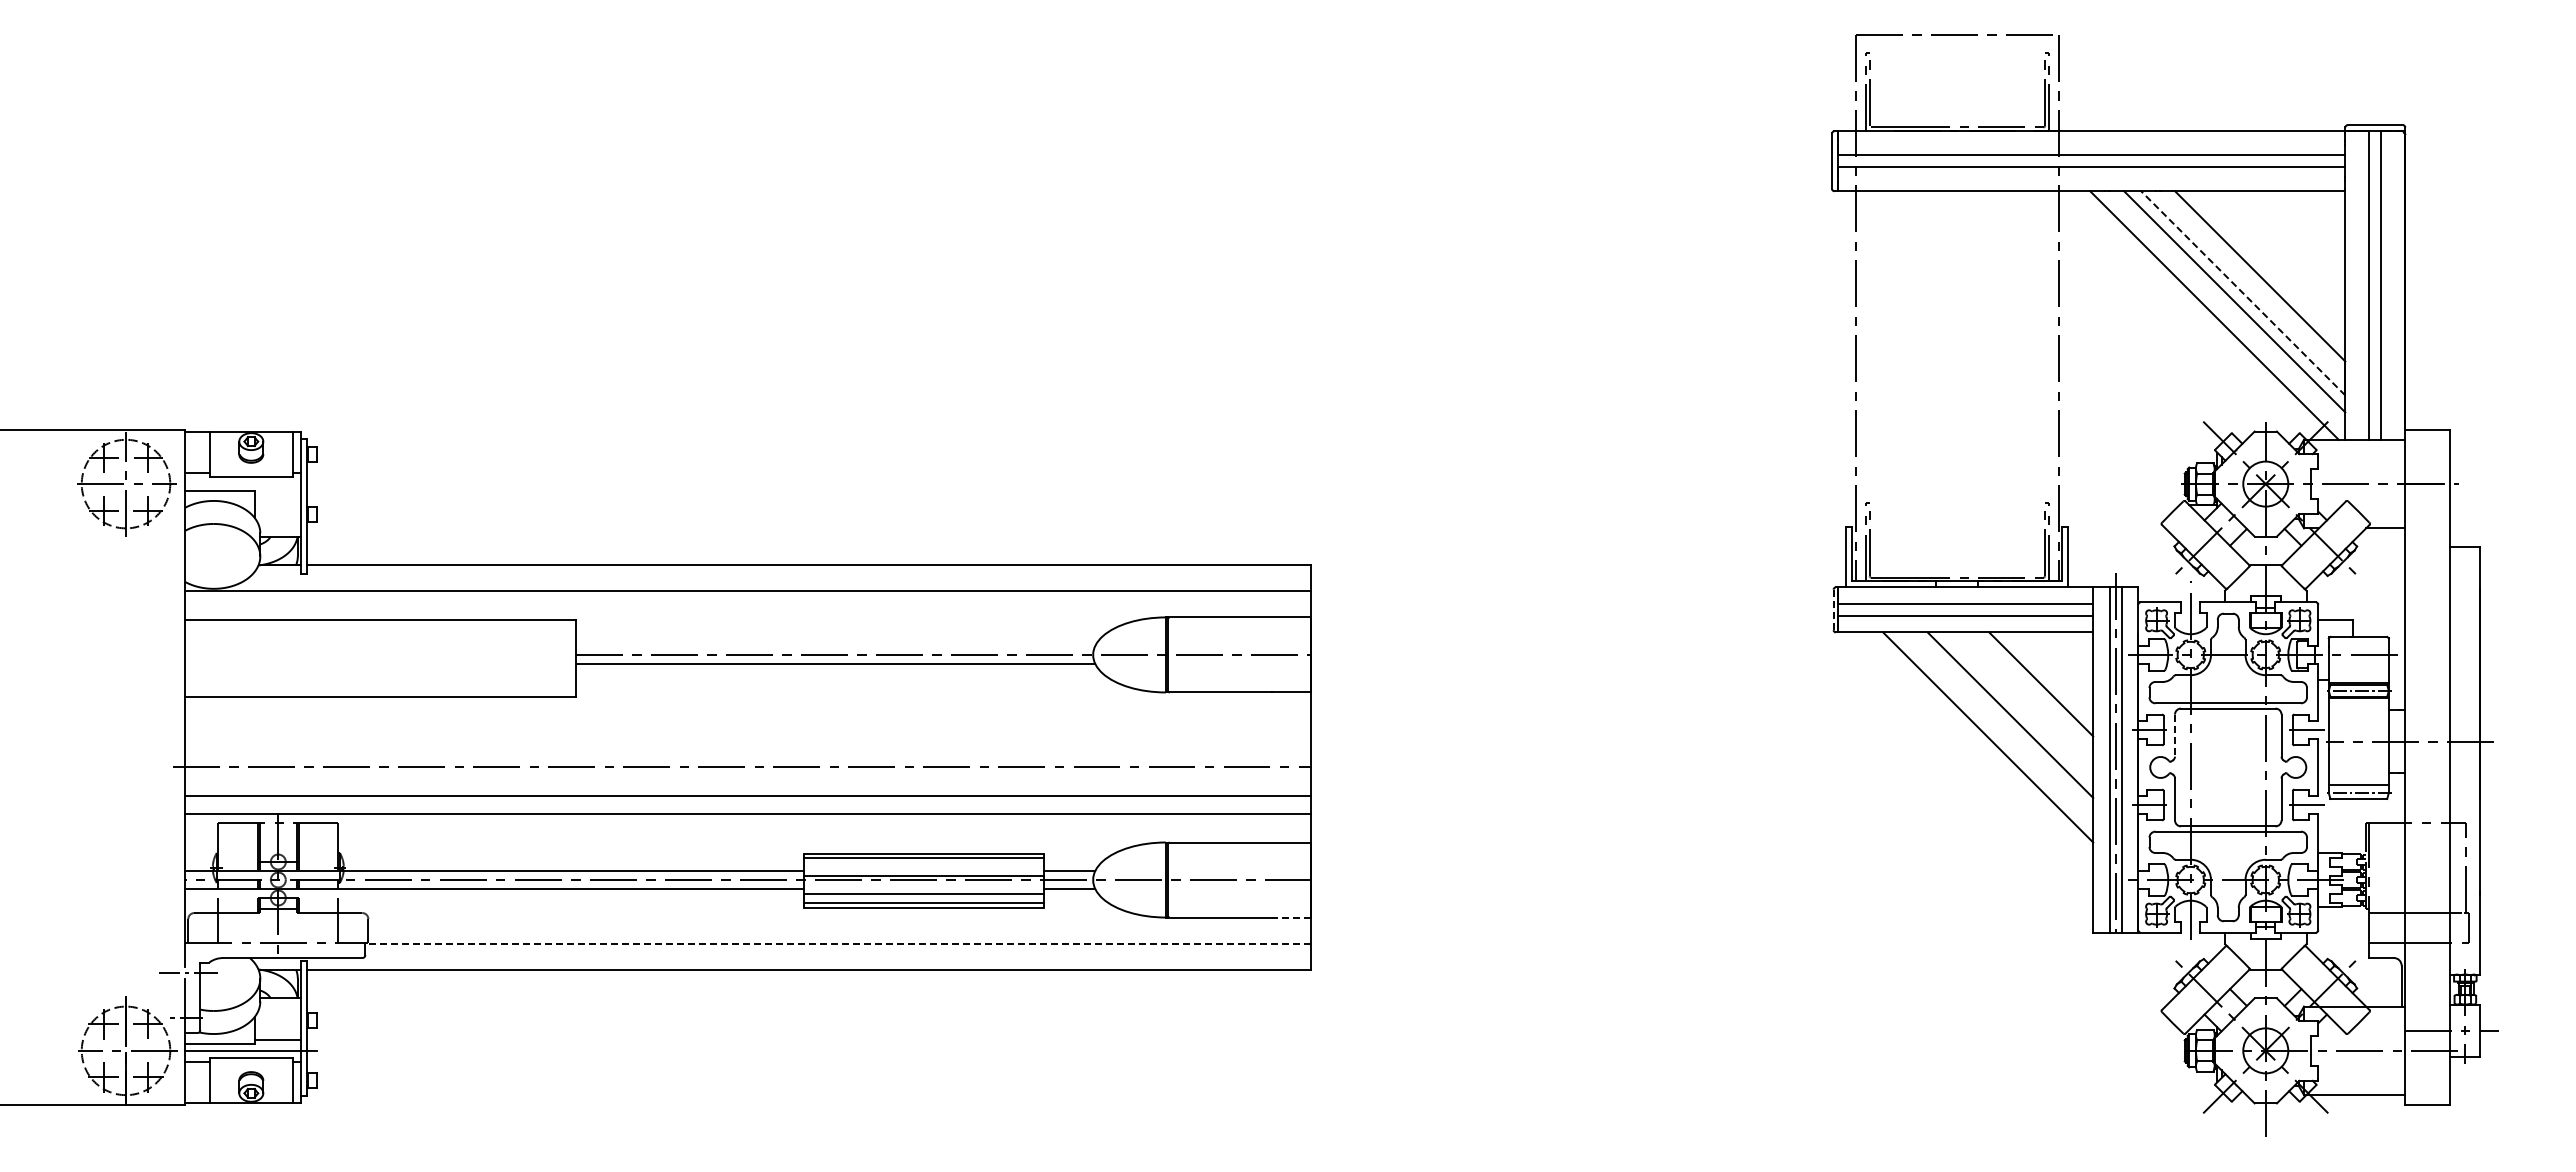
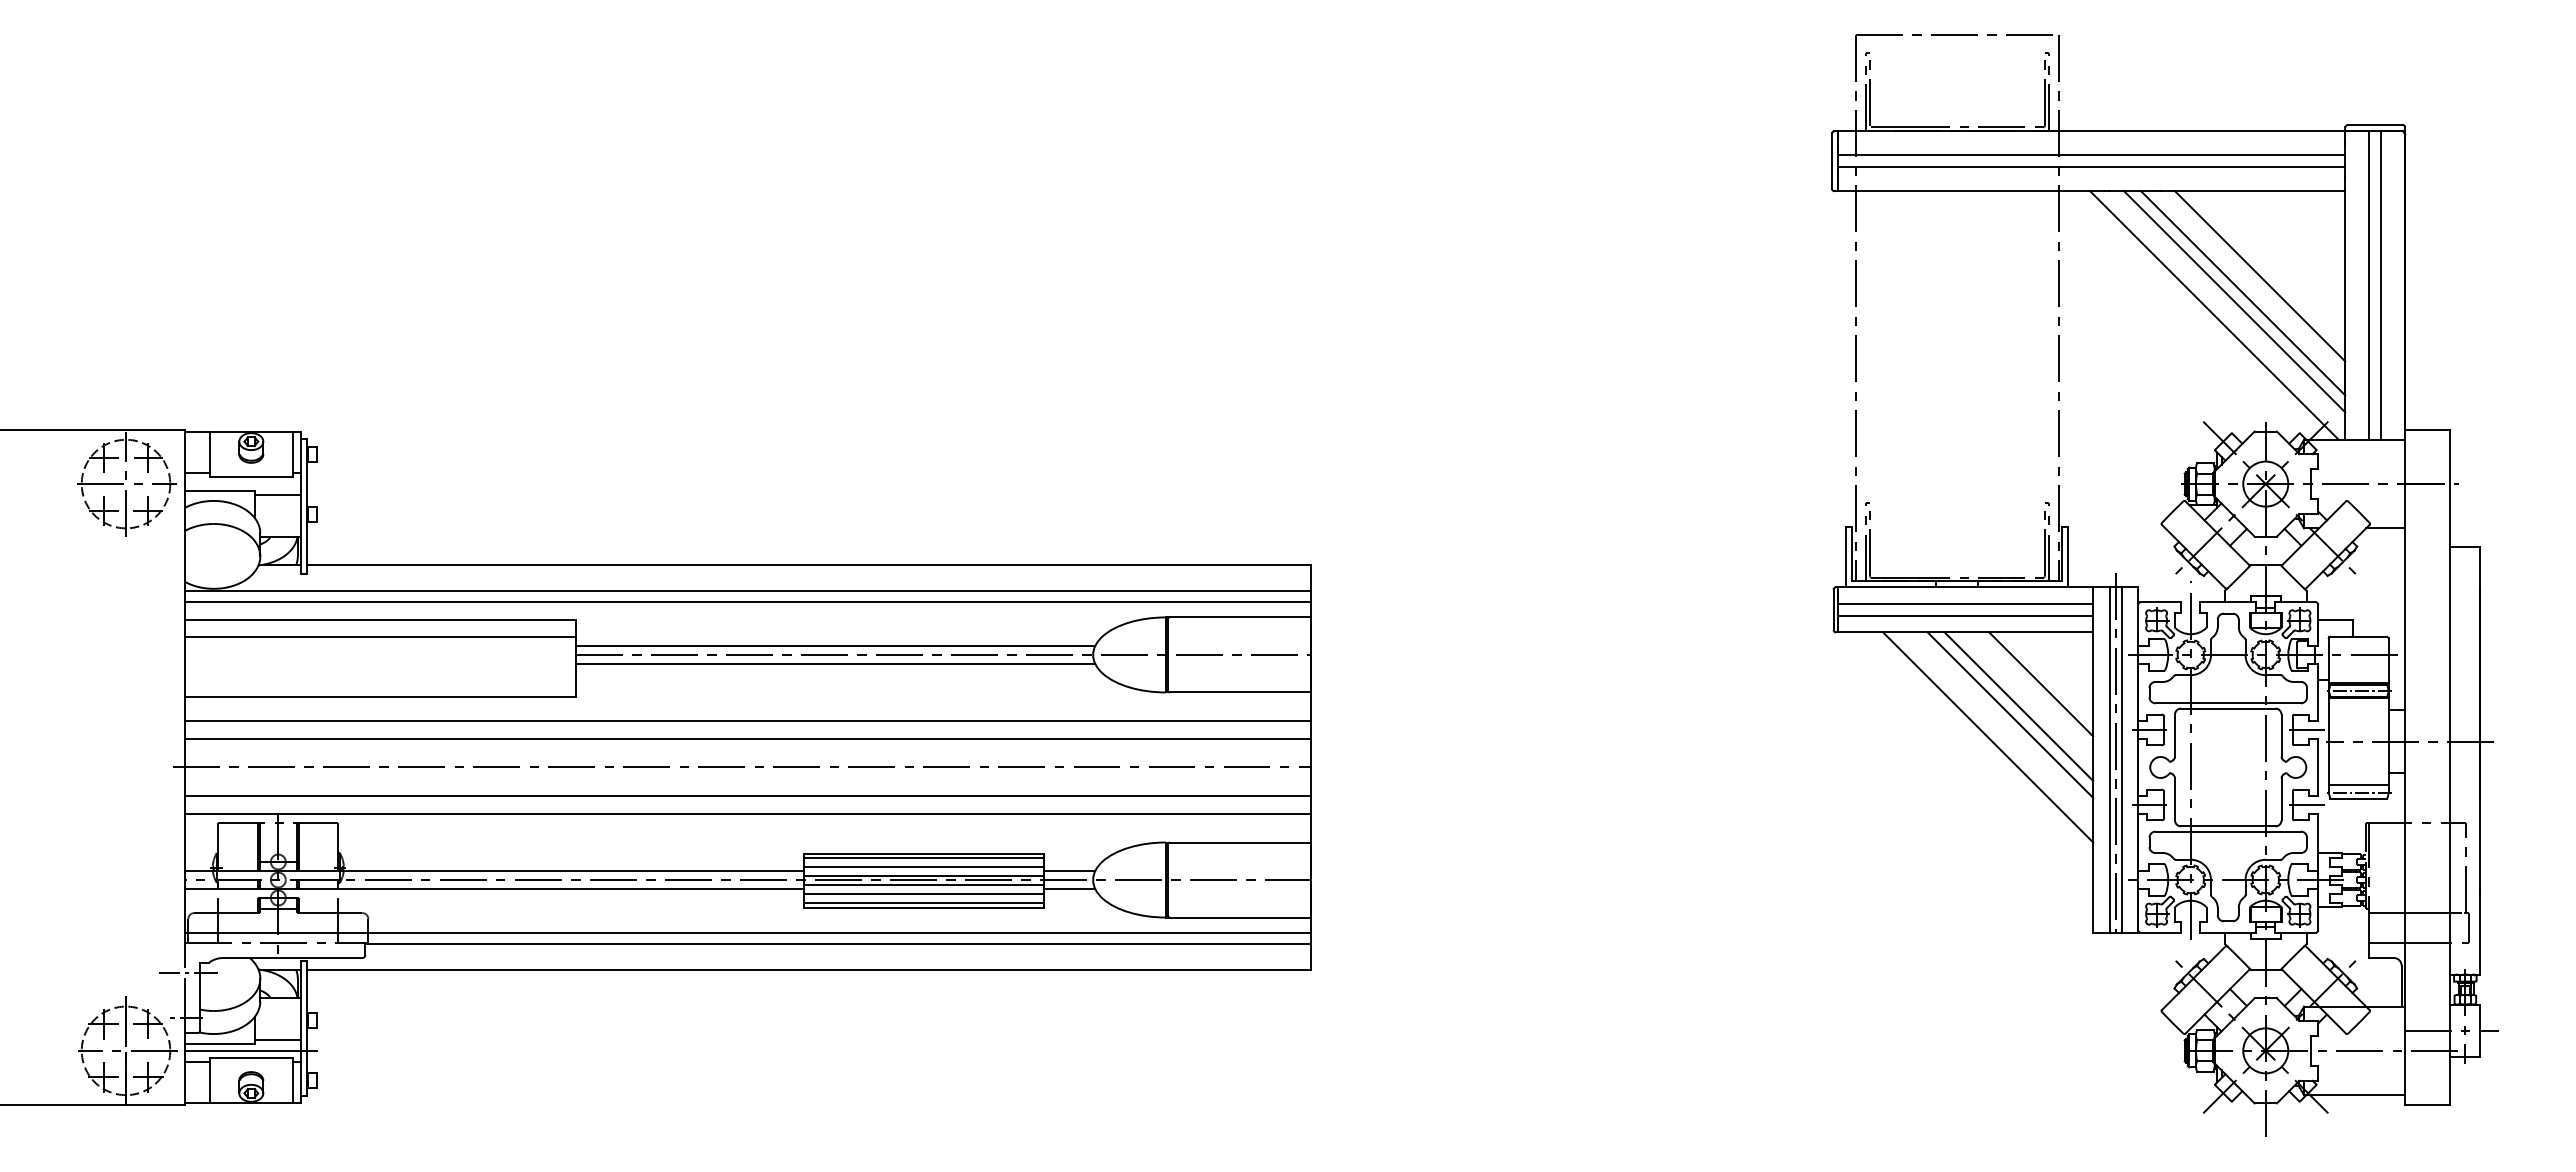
line at (2242, 292): dashed -> solid
line at (277, 495): none -> present
line at (747, 602): none -> present
line at (1833, 610): dashed -> solid
line at (380, 636): none -> present
line at (835, 645): none -> present
line at (2018, 706): none -> present
line at (747, 720): none -> present
line at (2175, 736): dashed -> solid
line at (747, 739): none -> present
line at (924, 867): none -> present
line at (924, 885): none -> present
line at (1291, 917): dashed -> solid
line at (747, 932): none -> present
line at (838, 943): dashed -> solid
